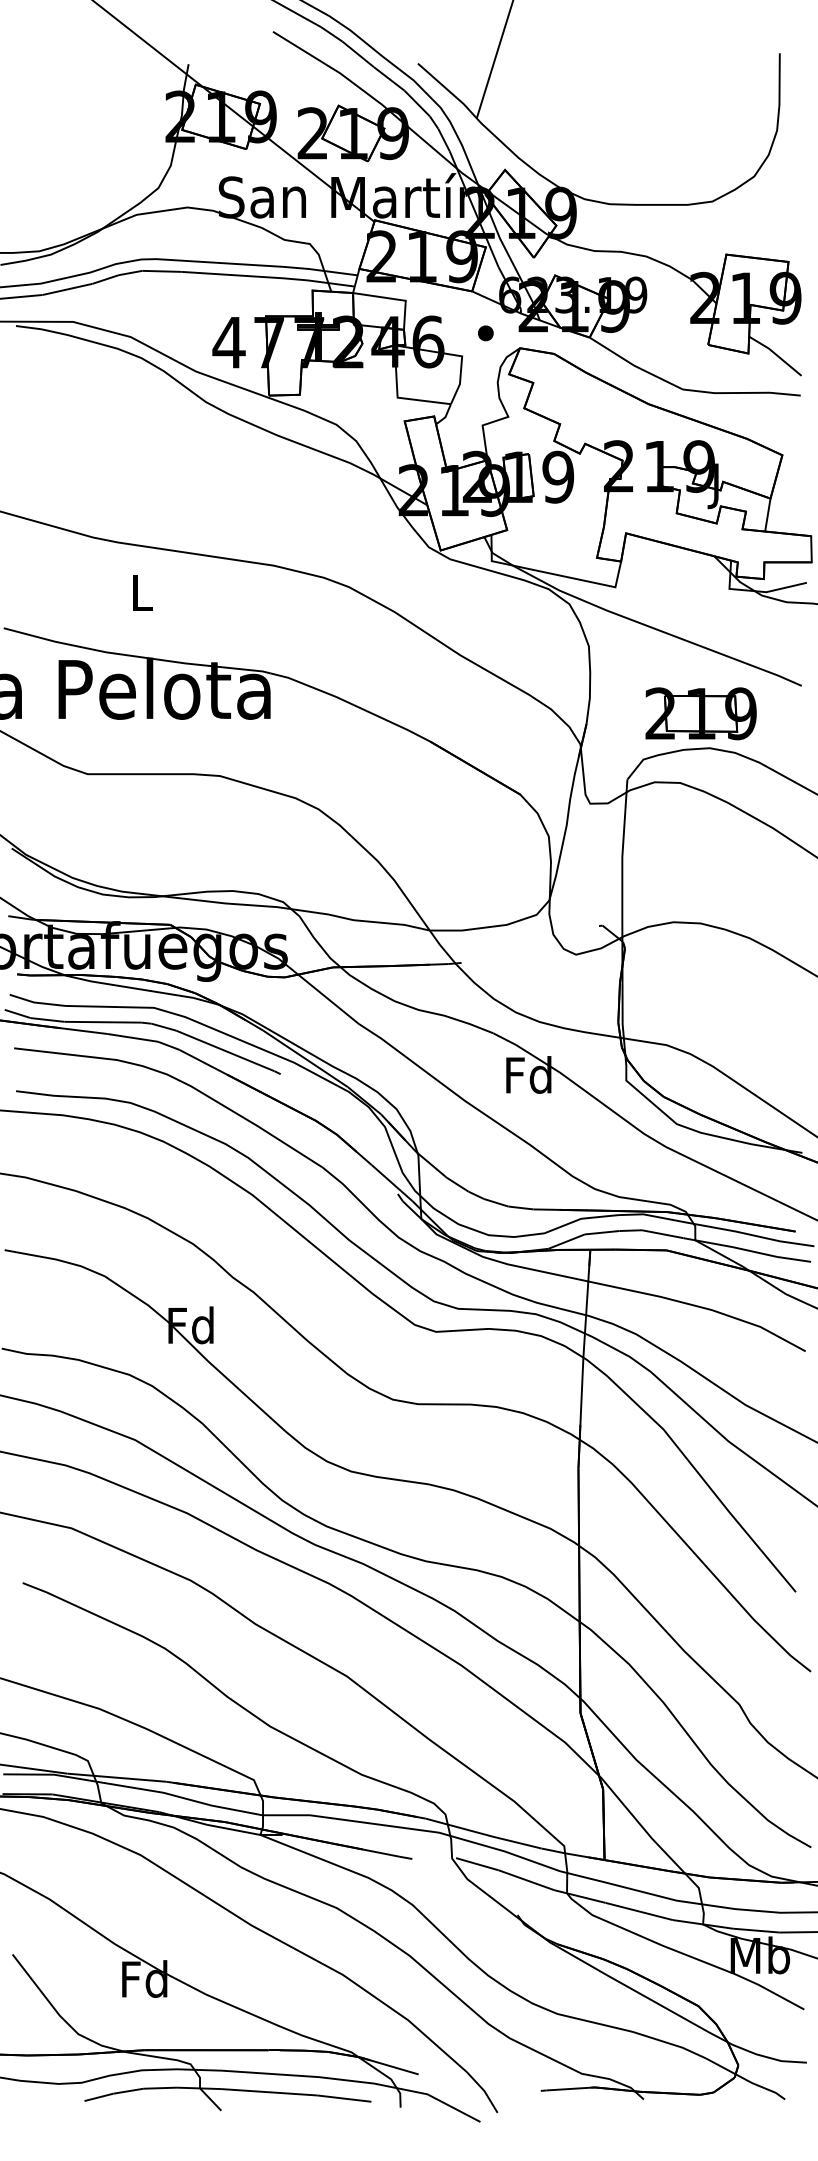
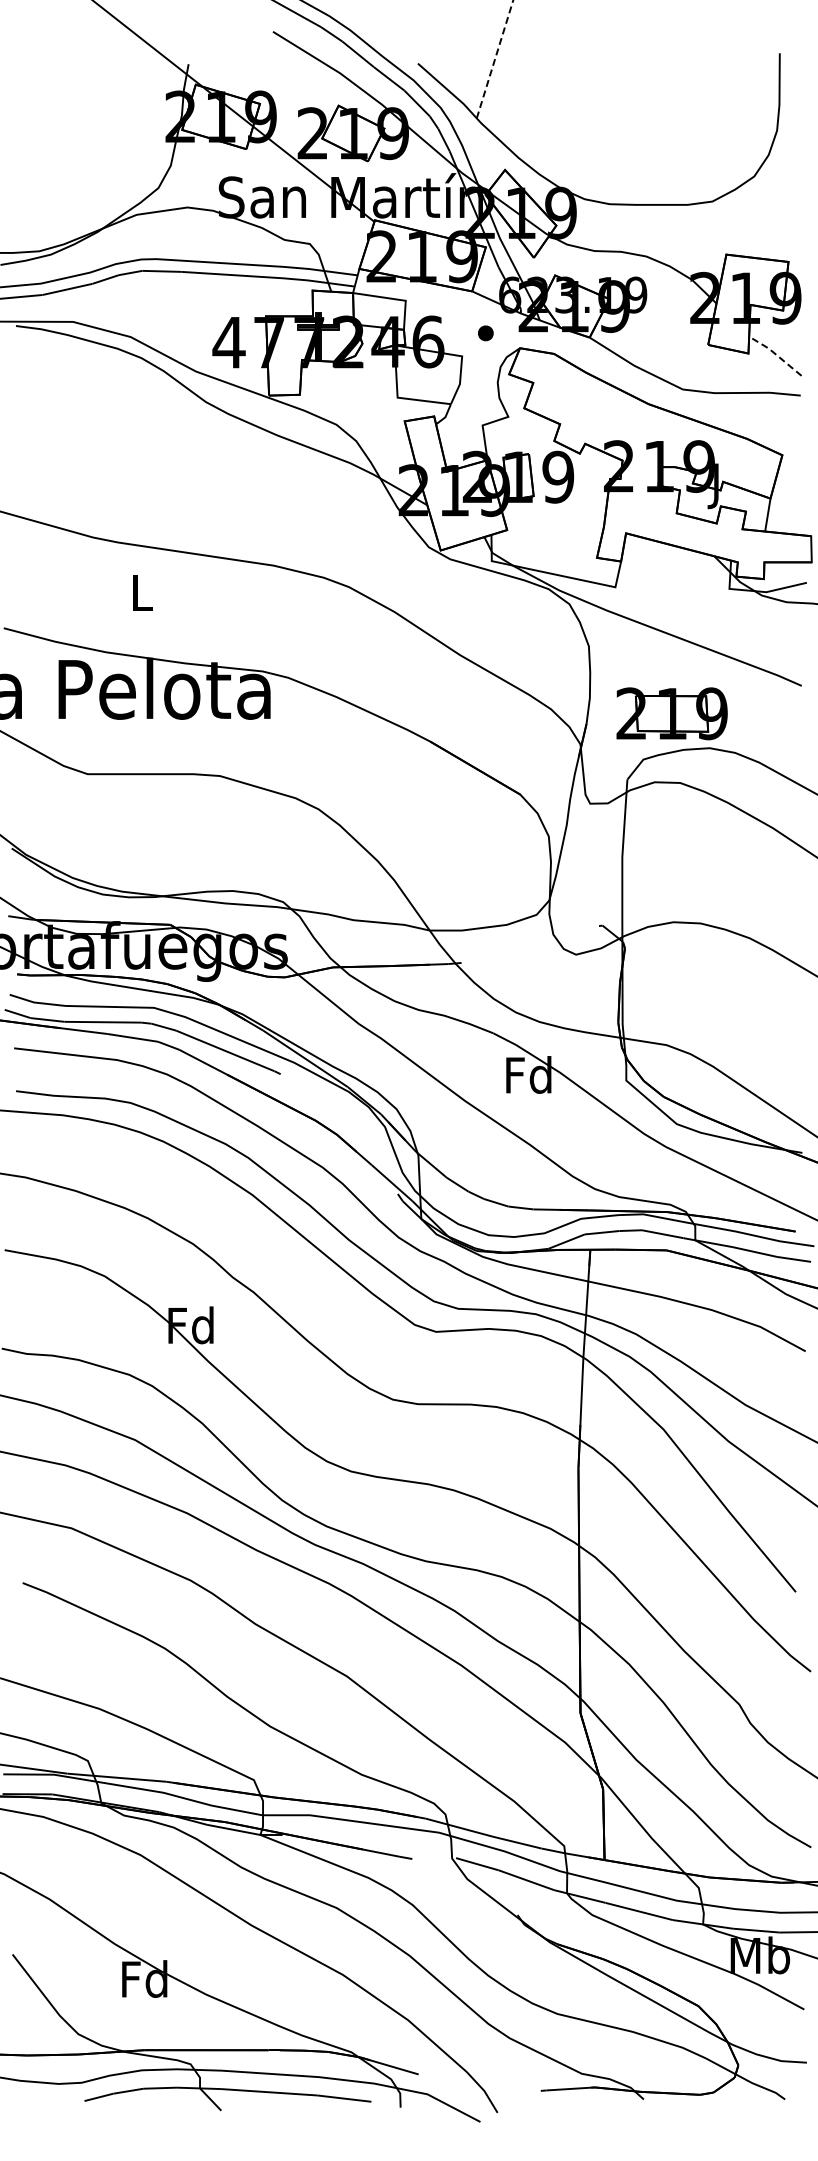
line at (495, 59): solid -> dashed
line at (775, 354): solid -> dashed
part at (700, 713) position: (700, 713) -> (671, 713)
